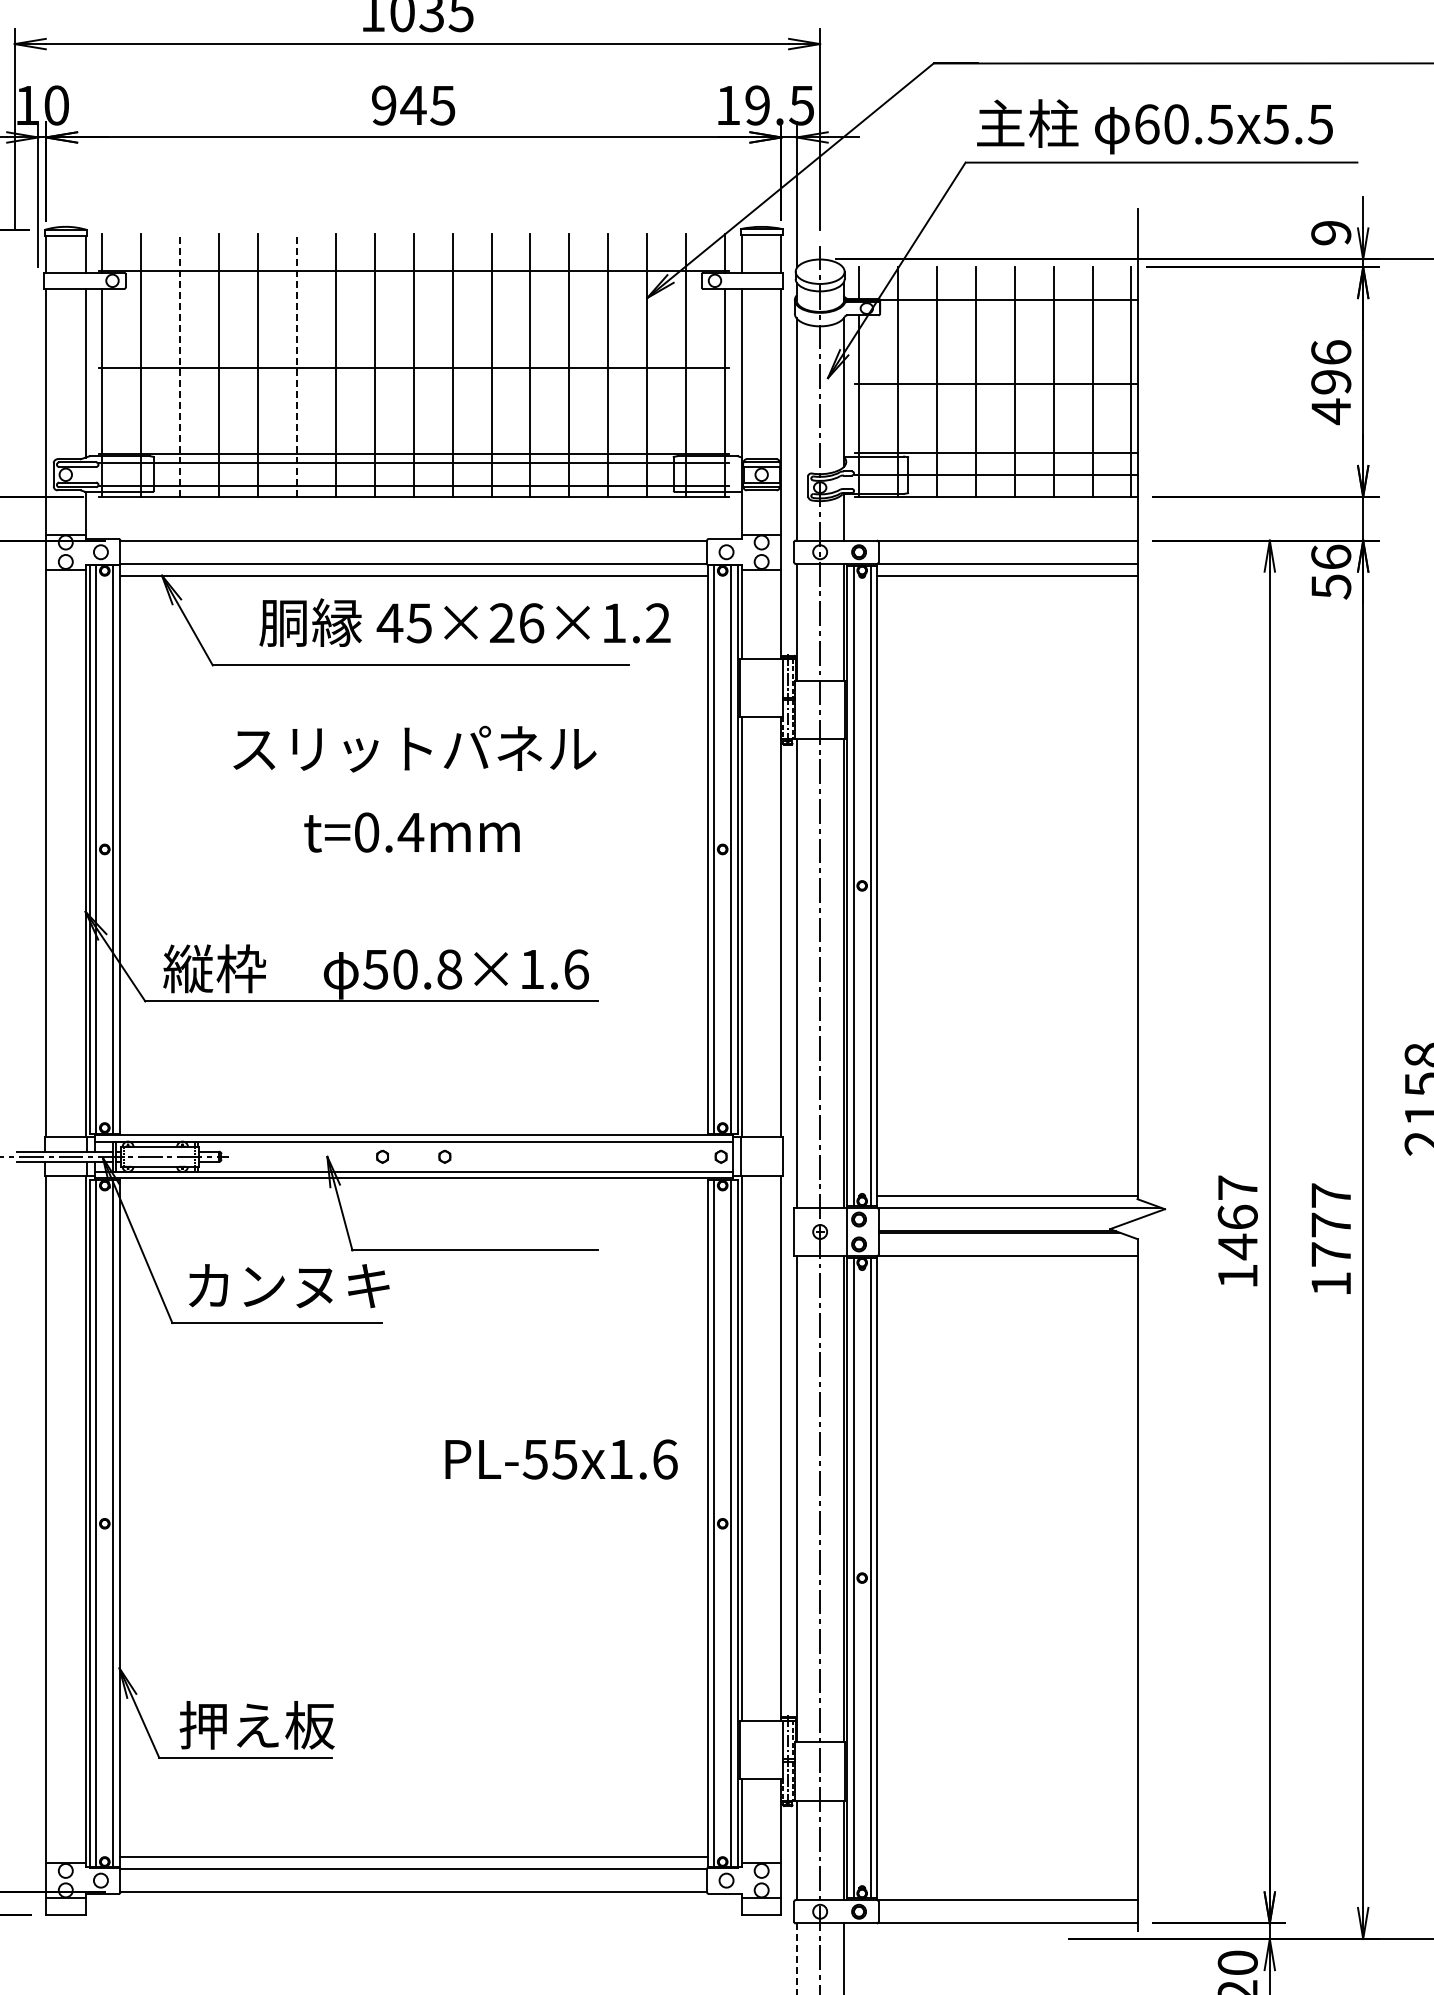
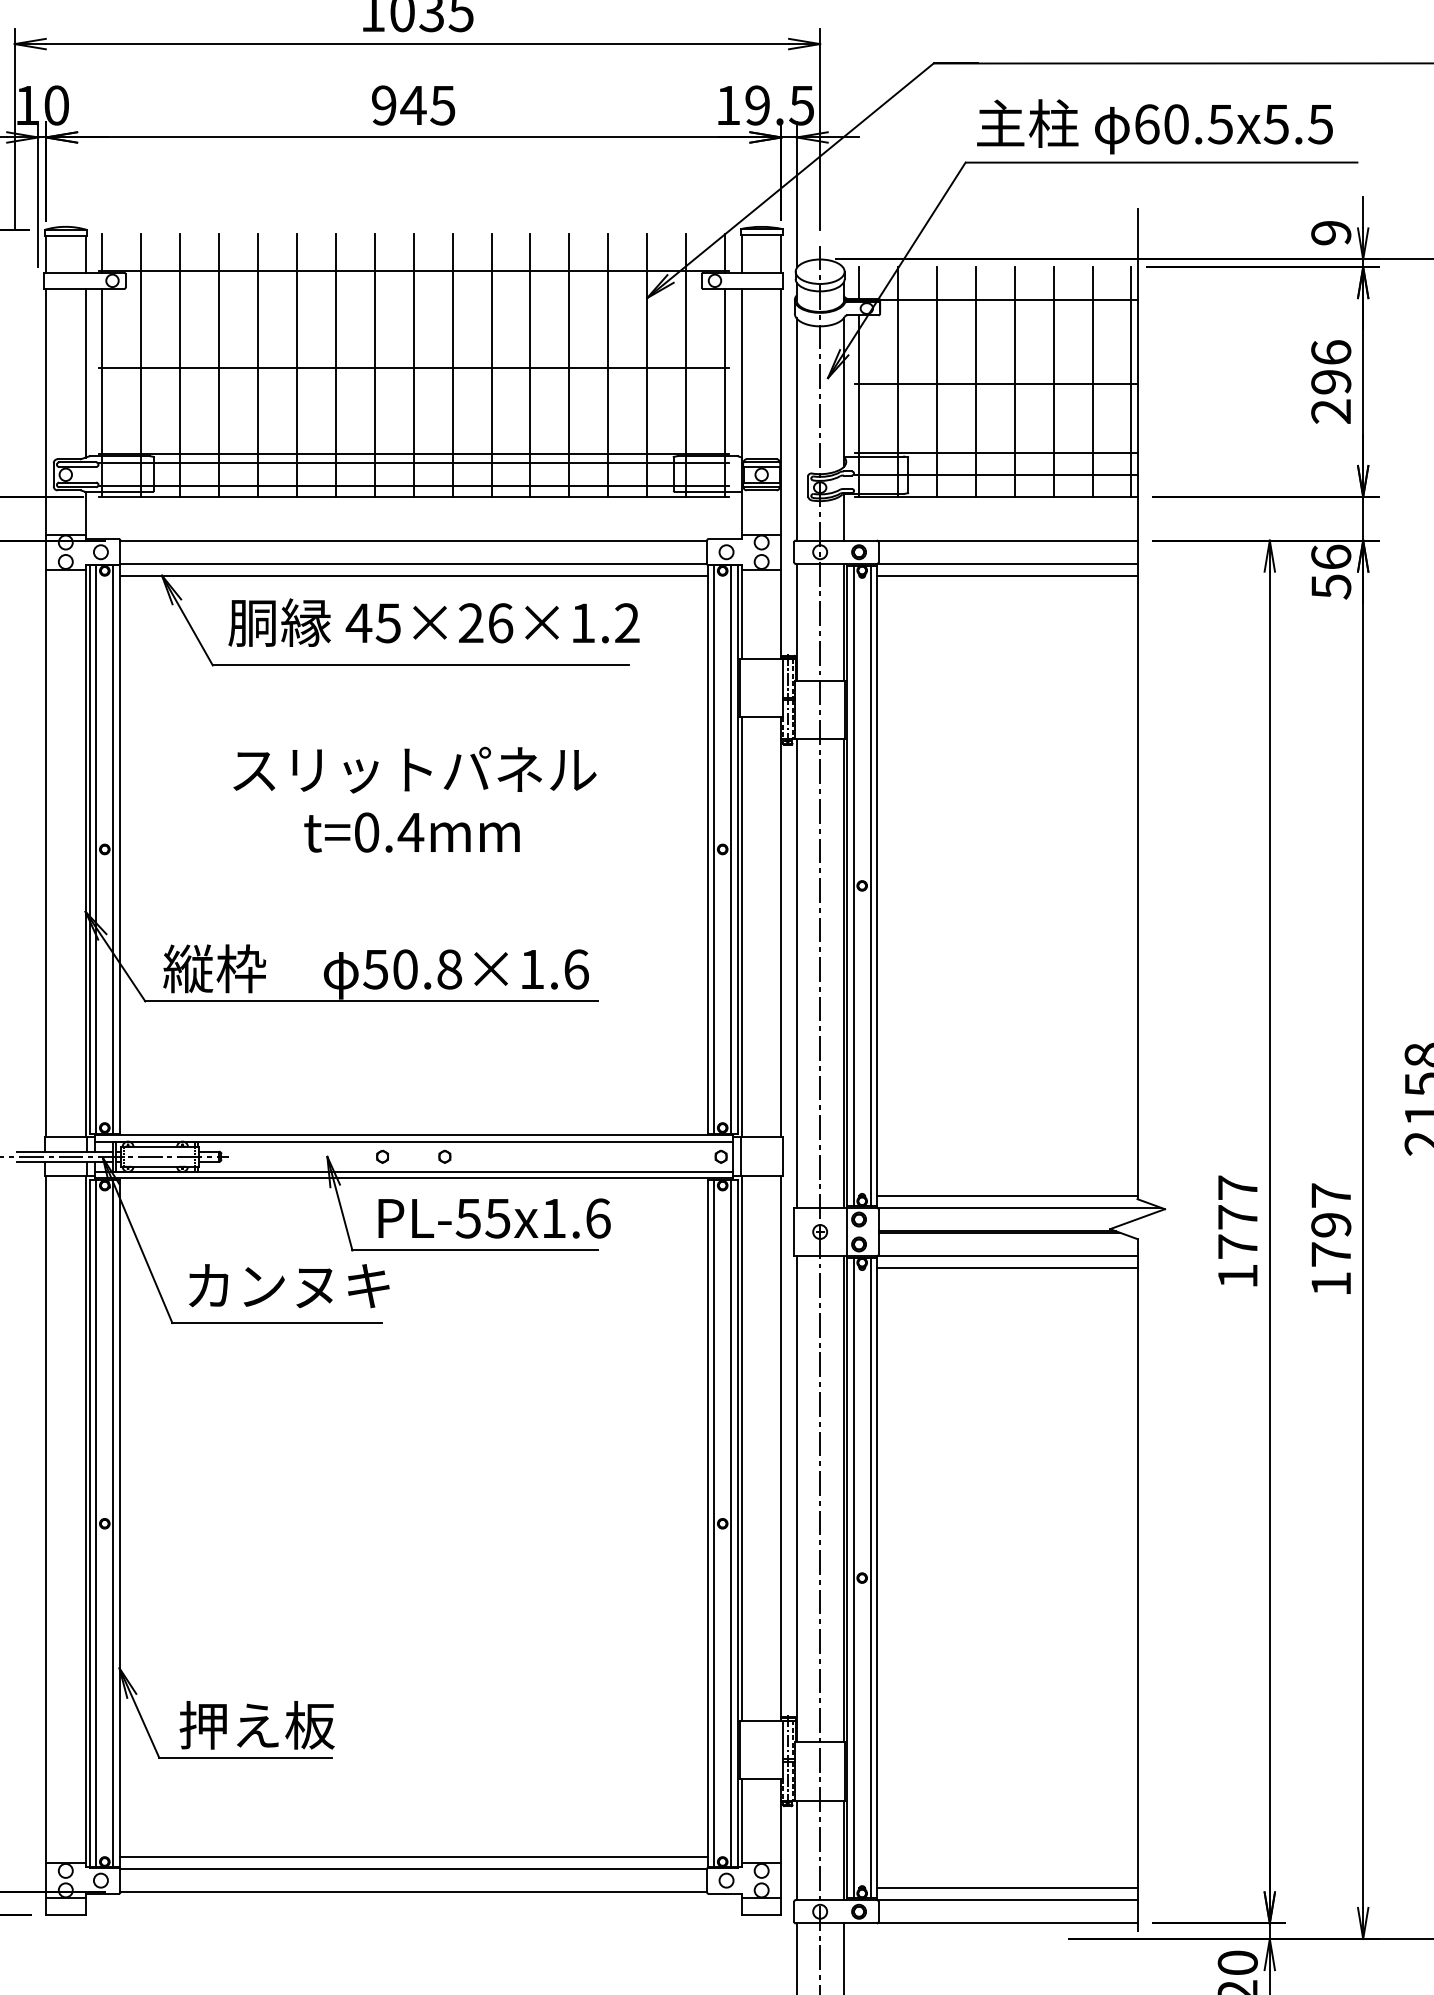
line at (180, 364): dashed -> solid
line at (297, 364): dashed -> solid
text at (1330, 411): 496 -> 296
text at (464, 622) position: (464, 622) -> (433, 622)
text at (414, 748) position: (414, 748) -> (414, 769)
text at (1331, 1224): 1777 -> 1797
text at (1237, 1232): 1467 -> 1777
line at (1006, 1267): none -> present
text at (561, 1459) position: (561, 1459) -> (494, 1218)
line at (1006, 1888): none -> present
line at (796, 1959): dashed -> solid
